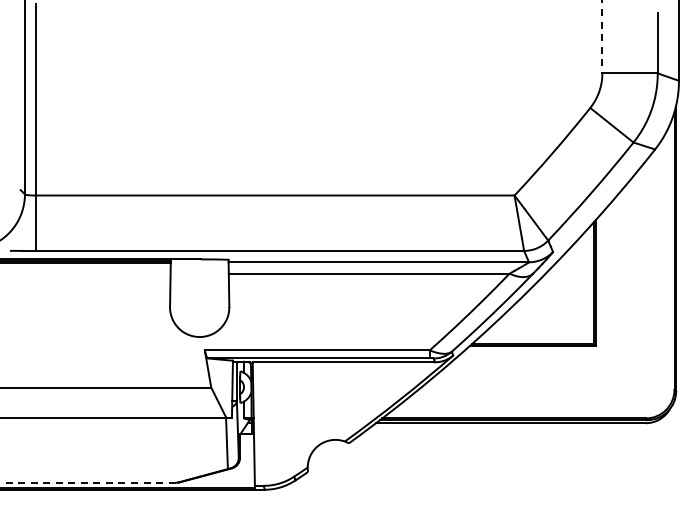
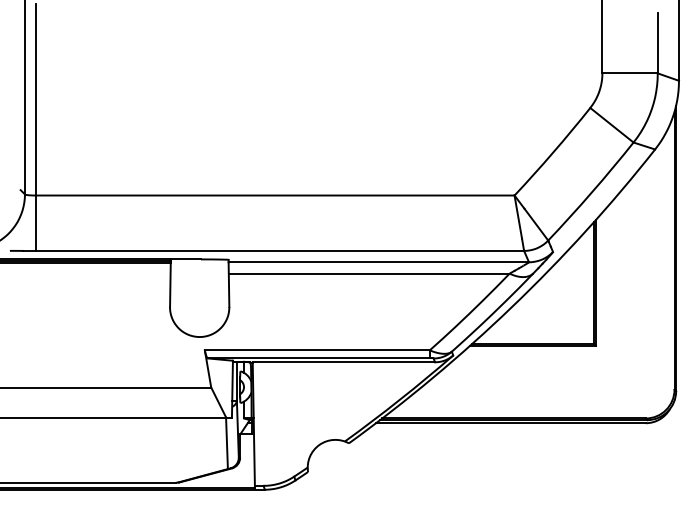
line at (602, 37): dashed -> solid
line at (87, 482): dashed -> solid
